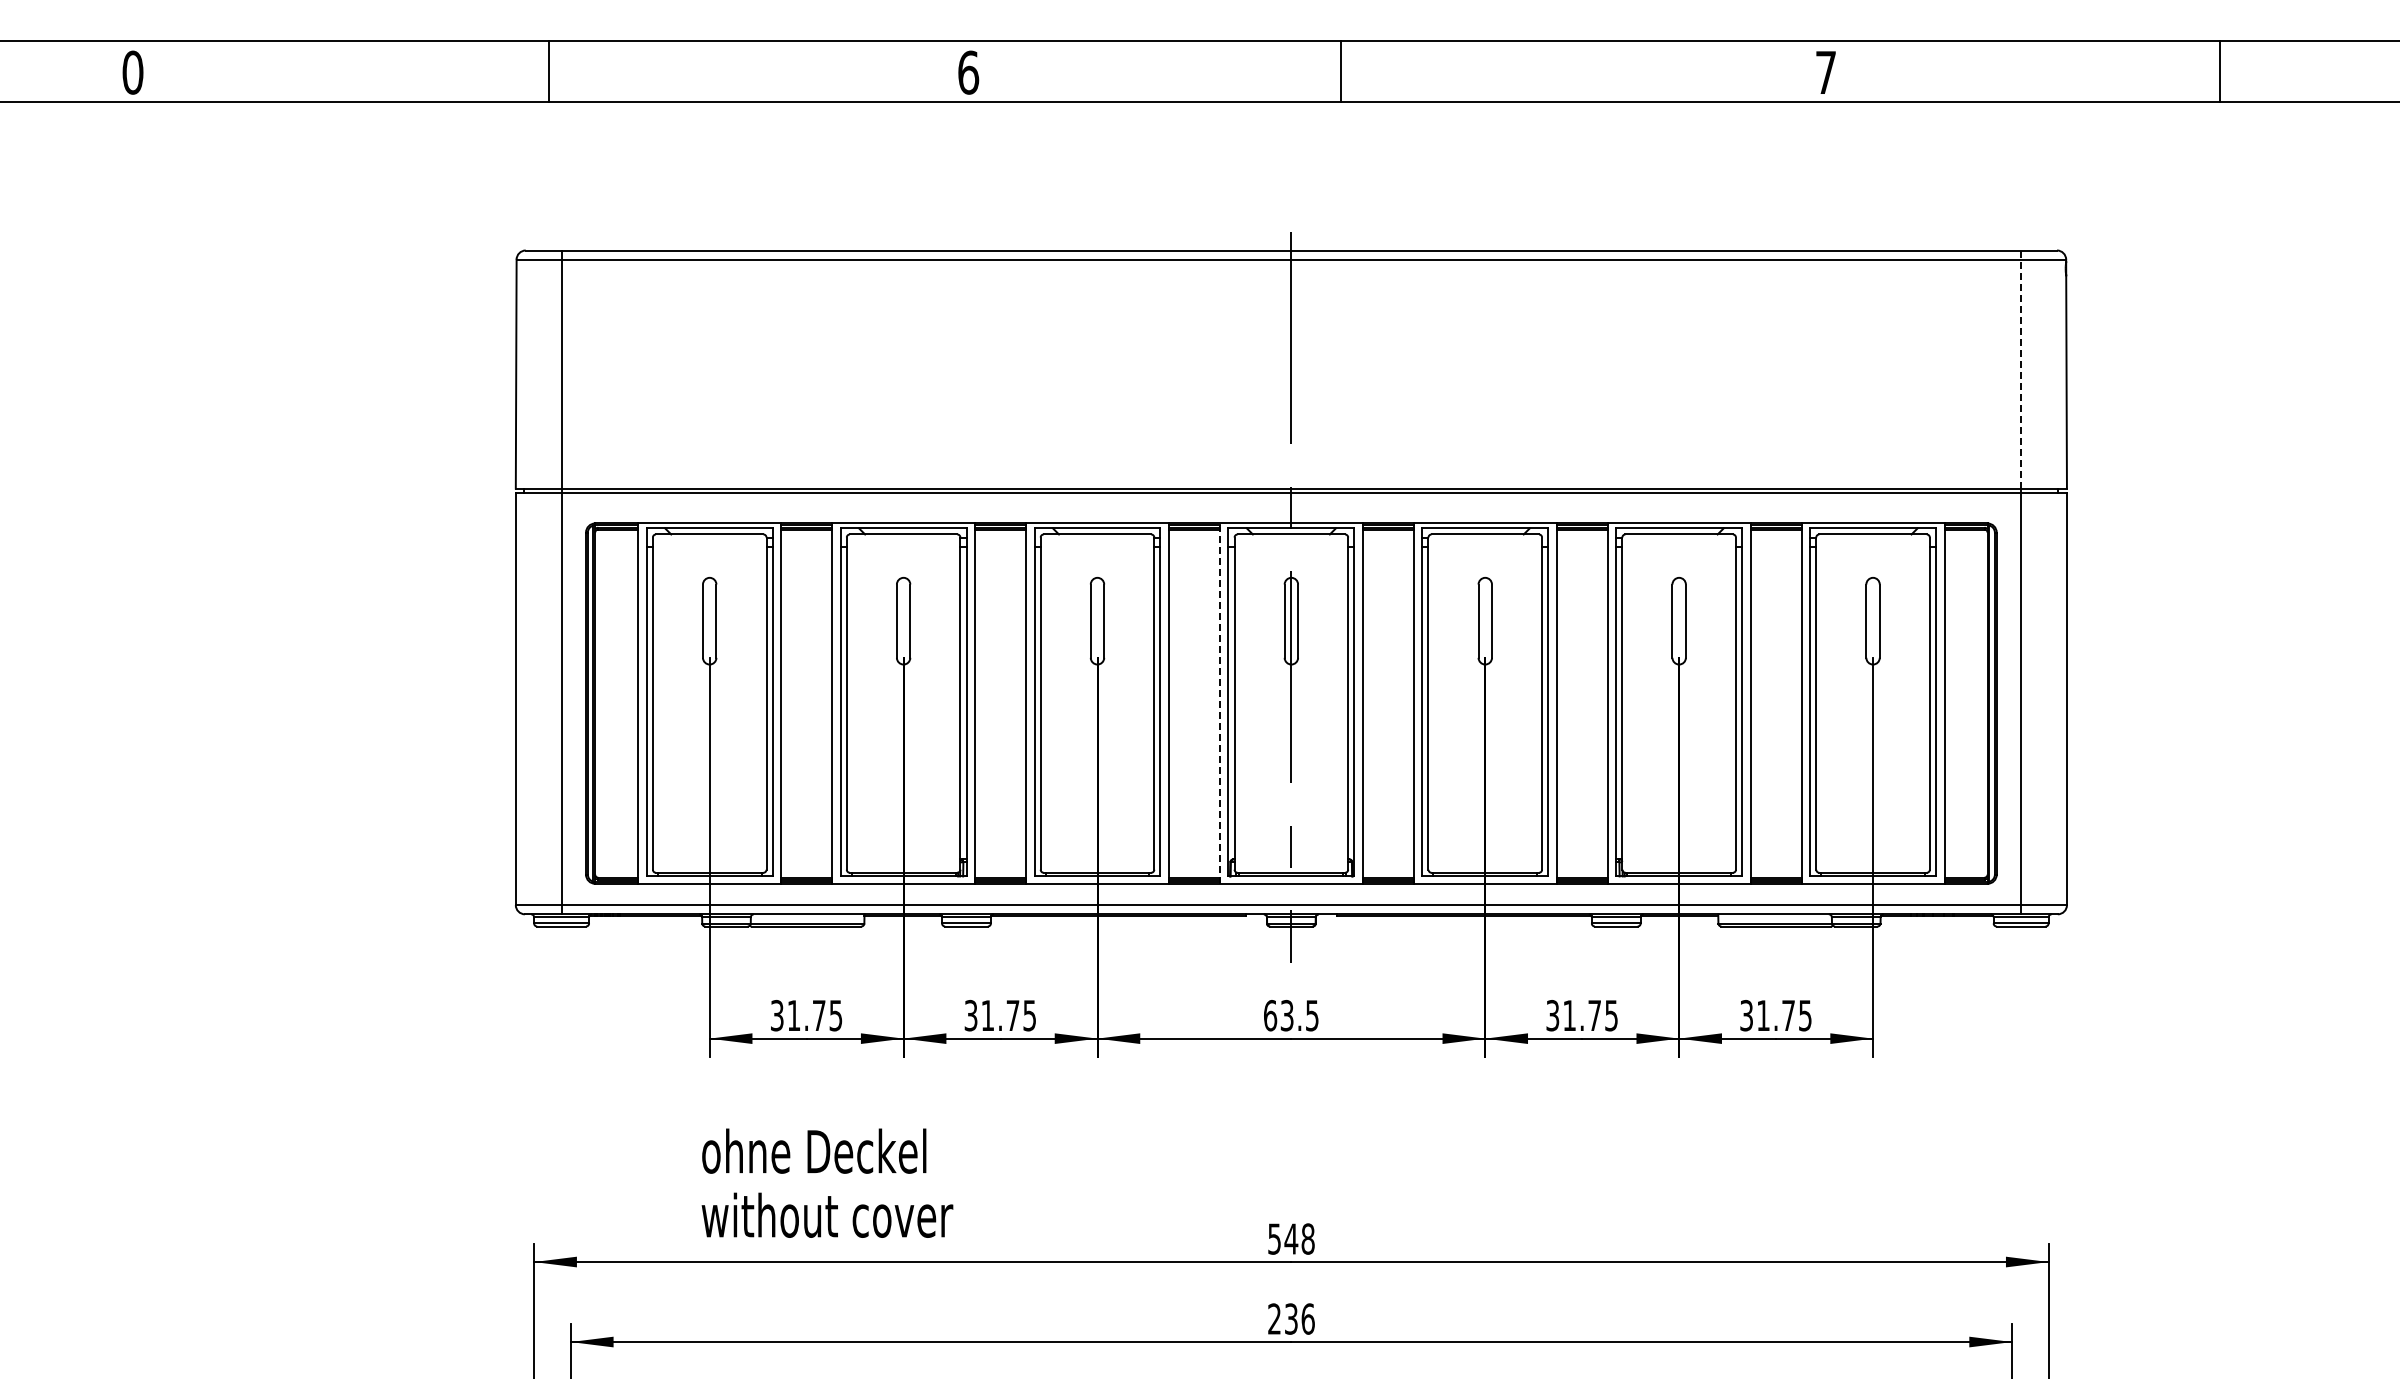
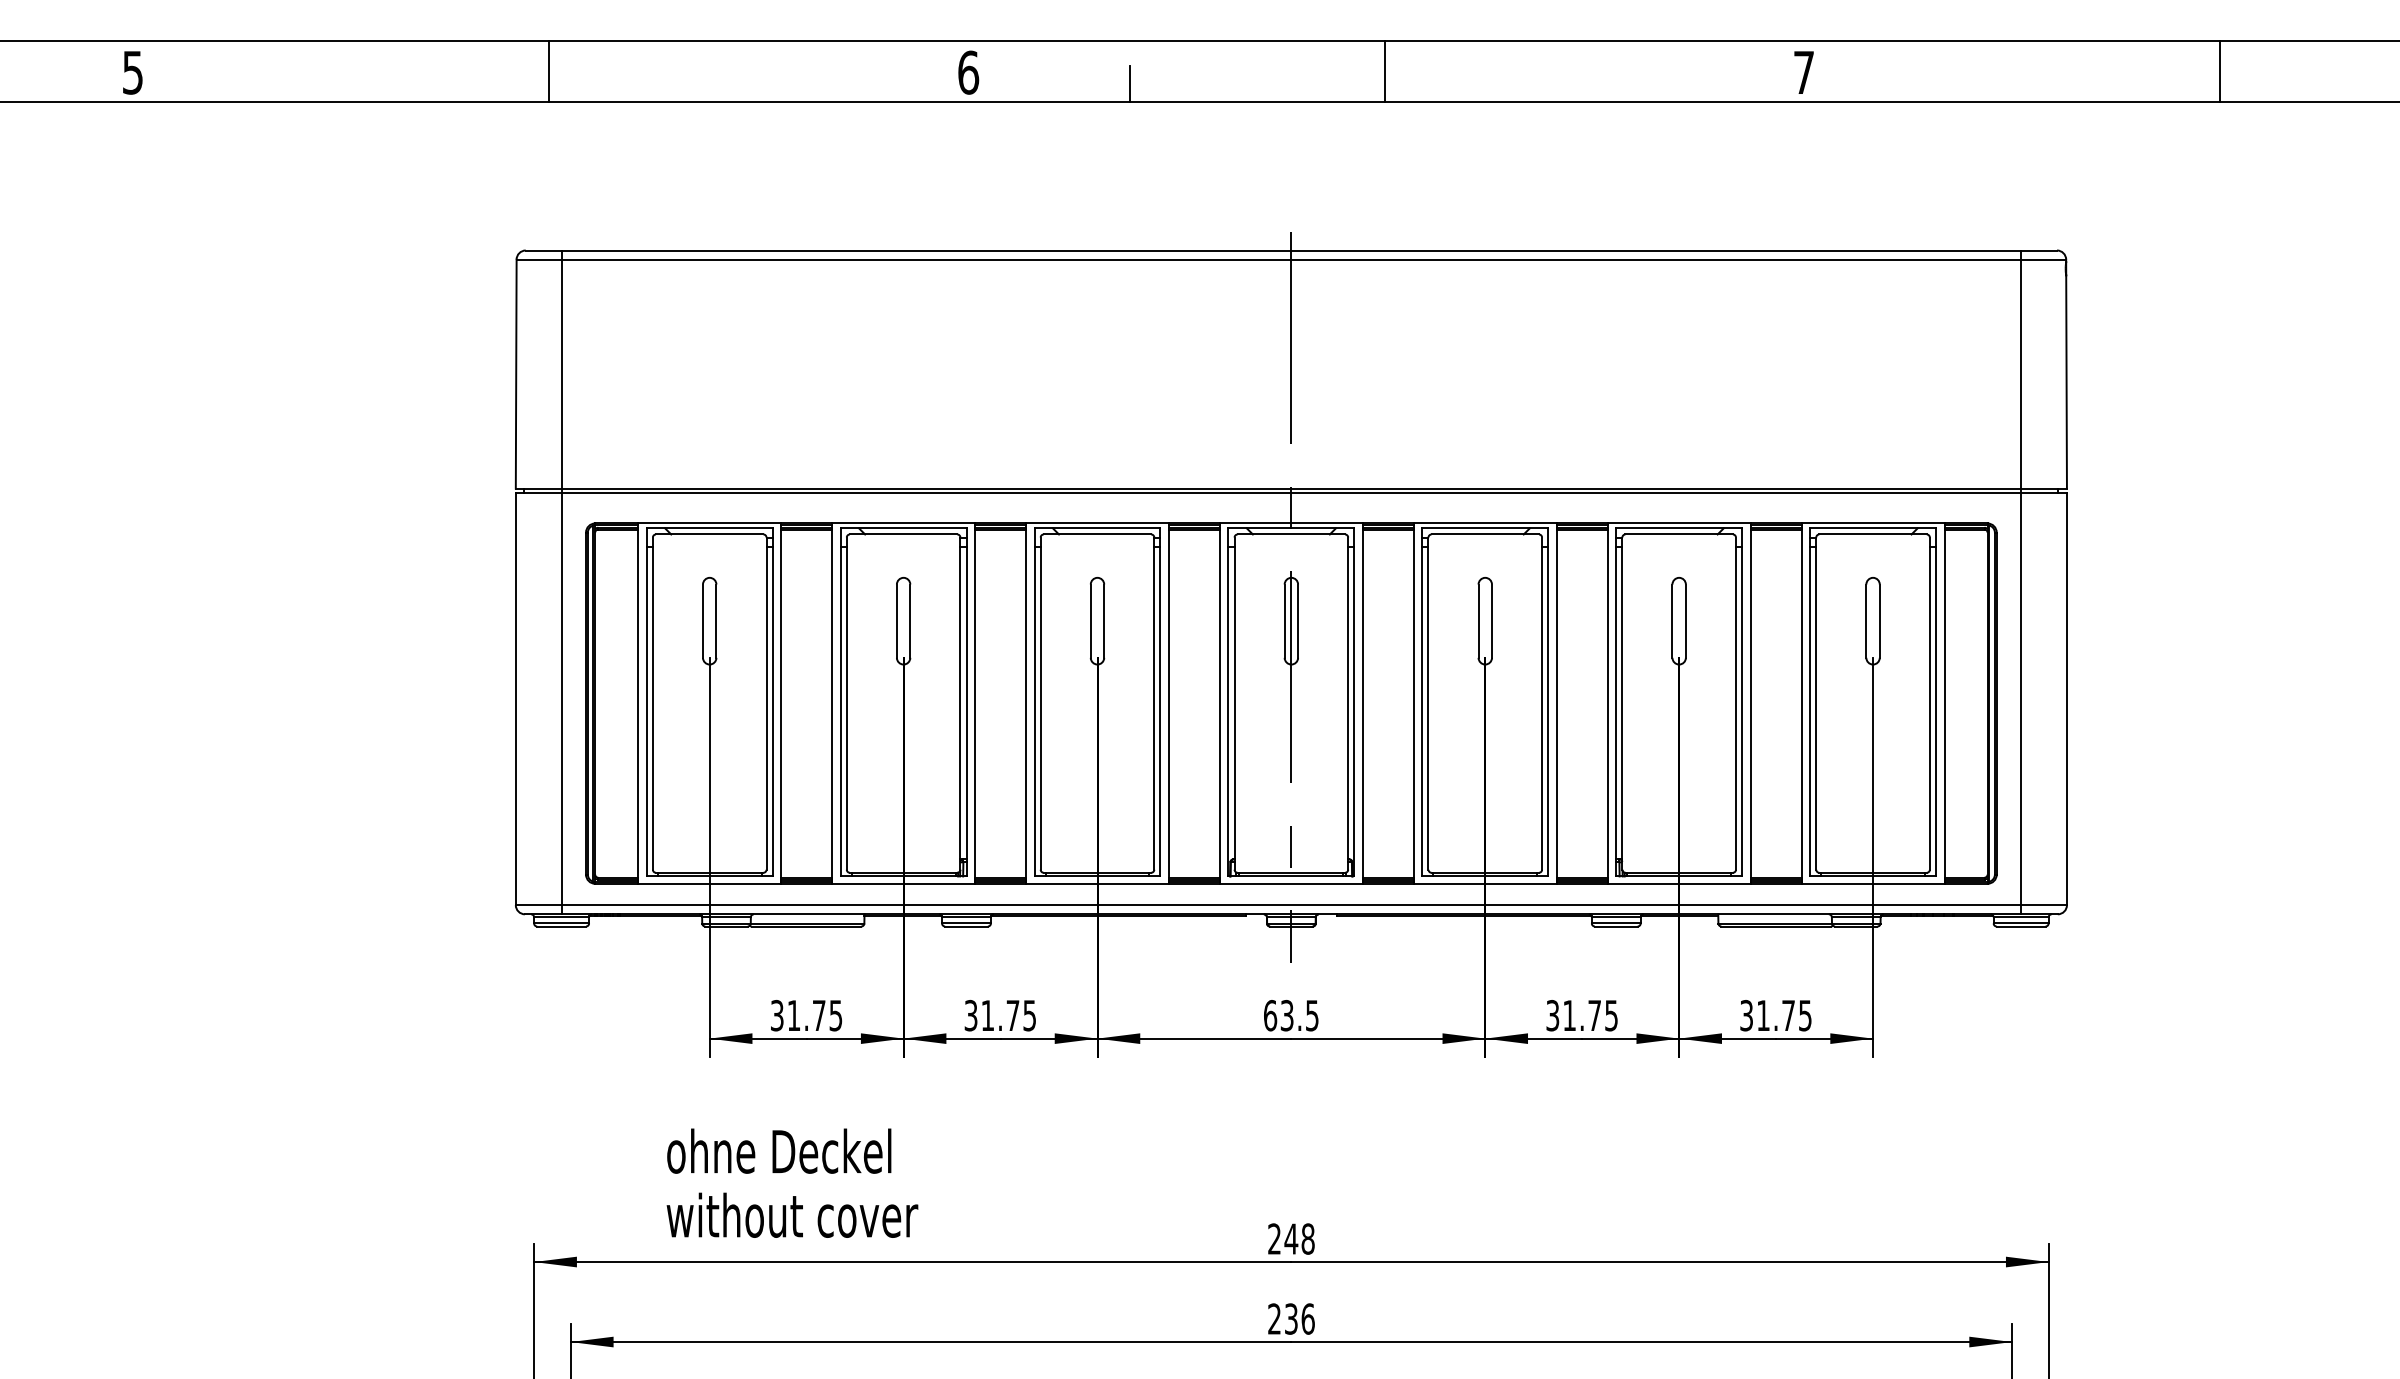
line at (1340, 71) position: (1340, 71) -> (1384, 71)
text at (132, 72): 0 -> 5
text at (1825, 72) position: (1825, 72) -> (1803, 72)
line at (1129, 83): none -> present
line at (2021, 370): dashed -> solid
line at (1219, 703): dashed -> solid
text at (827, 1182) position: (827, 1182) -> (792, 1182)
text at (1274, 1238): 548 -> 248
